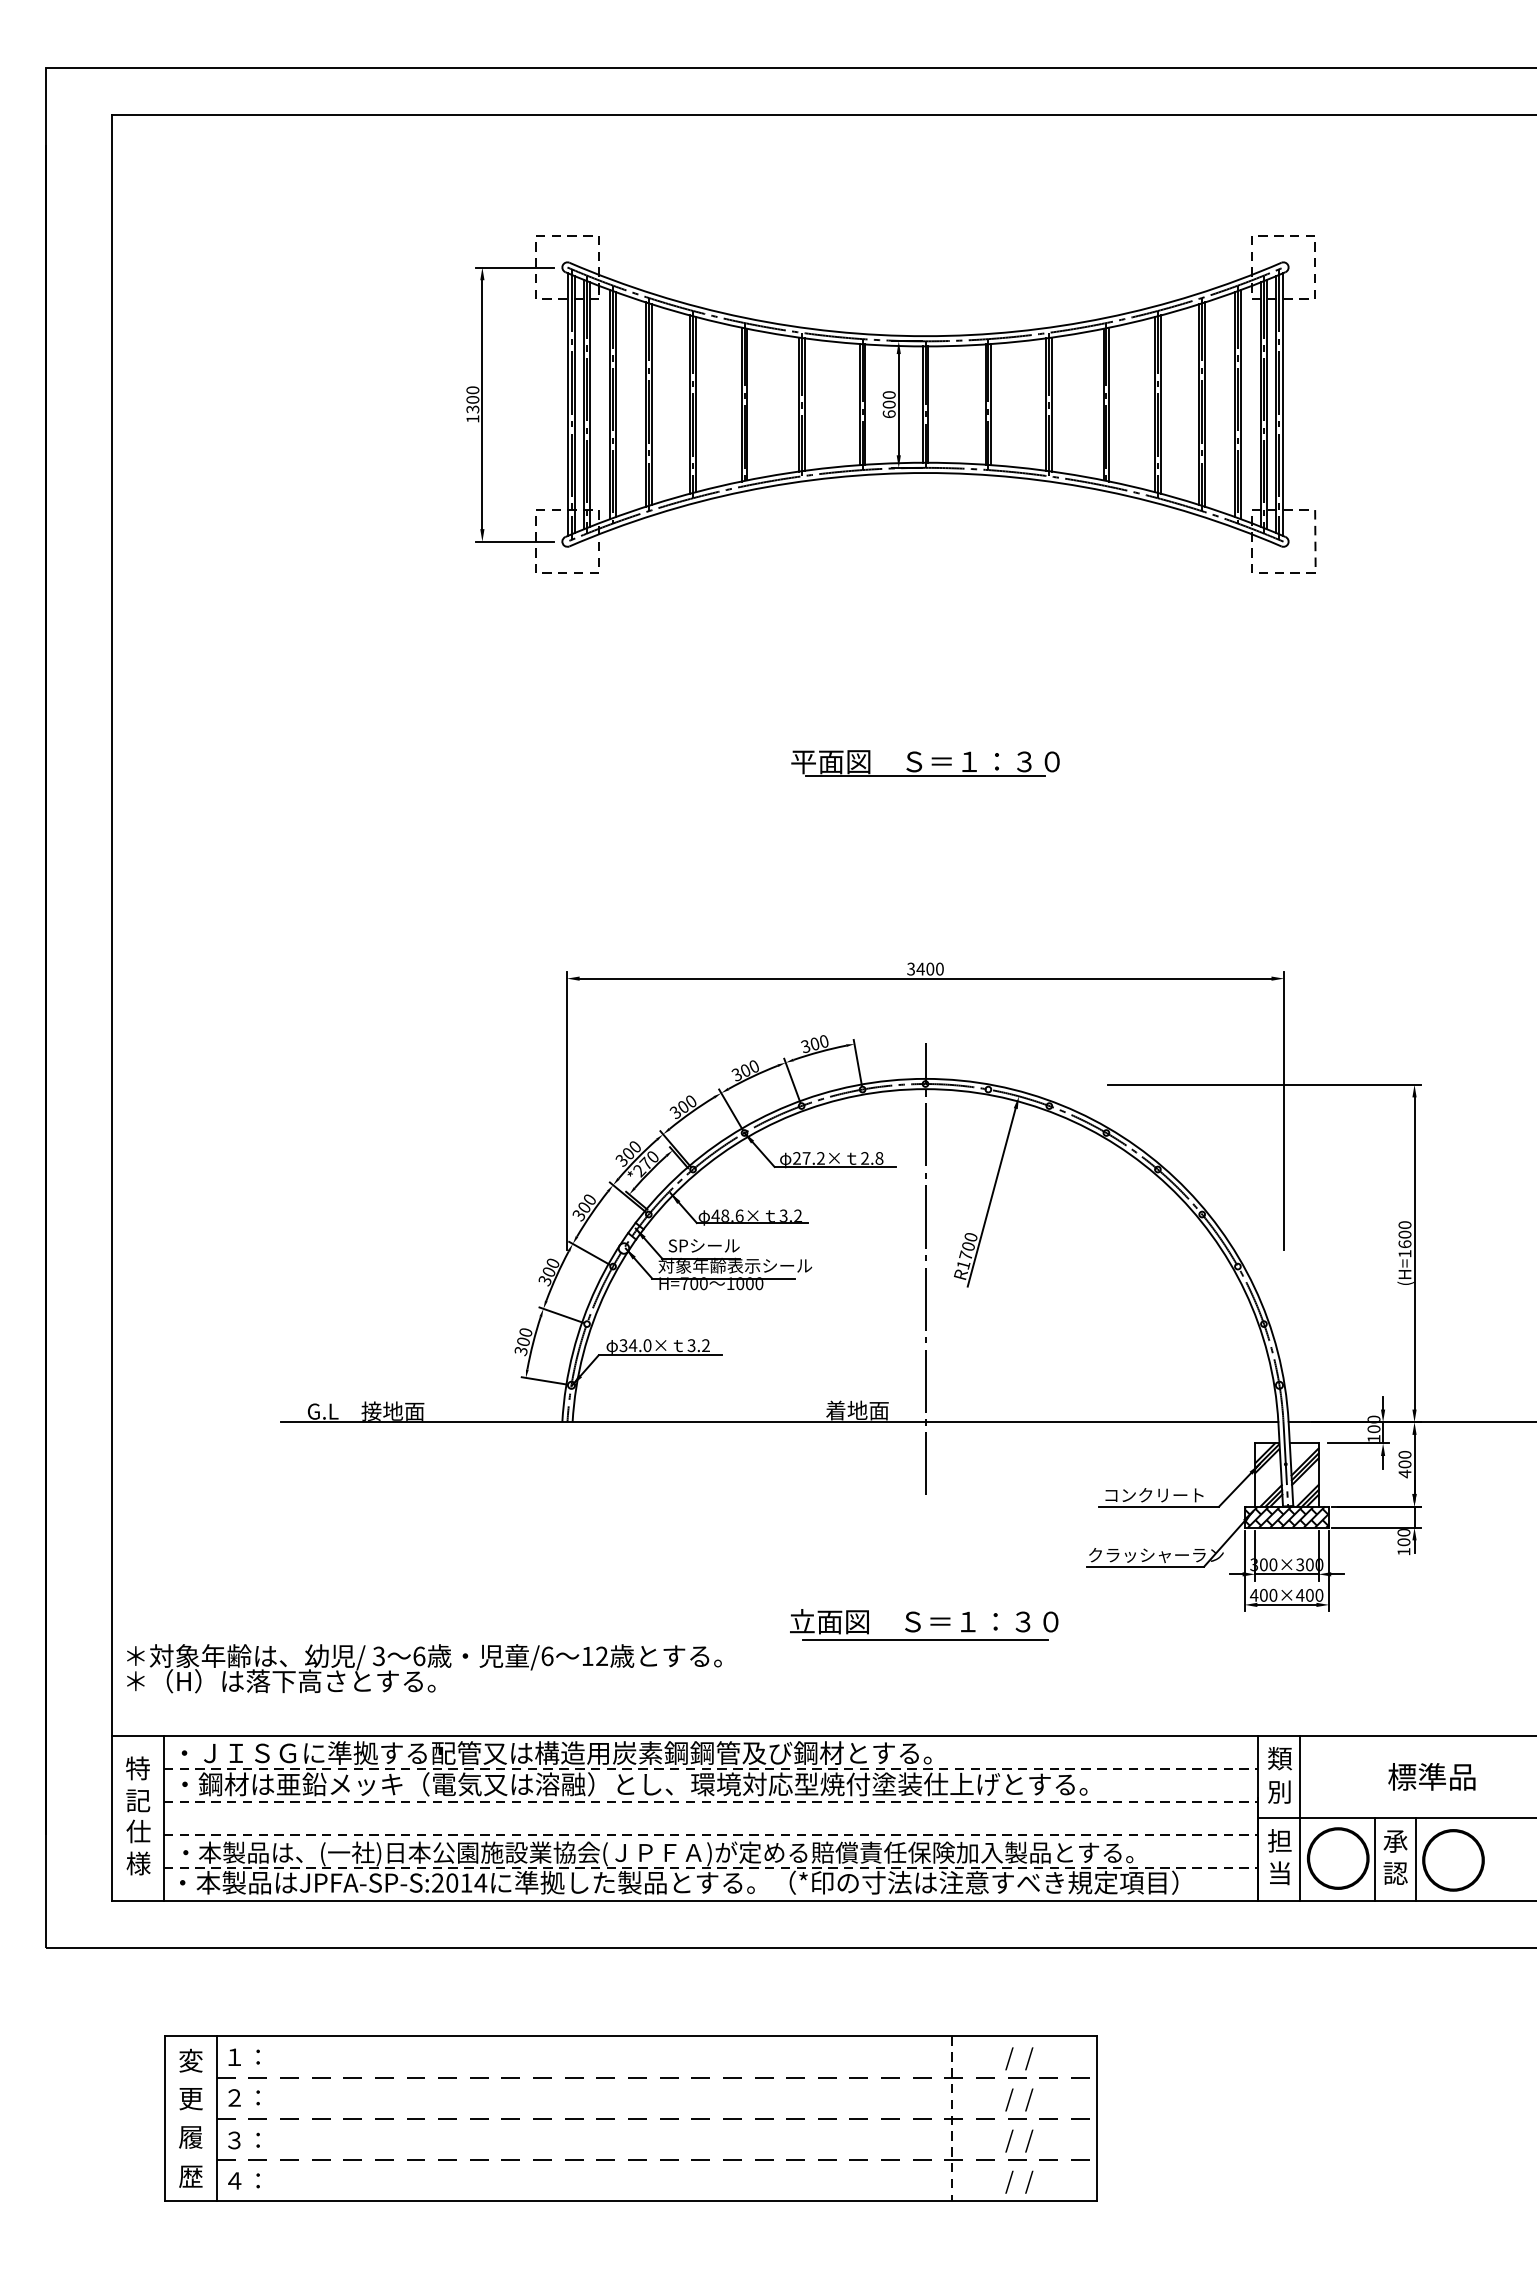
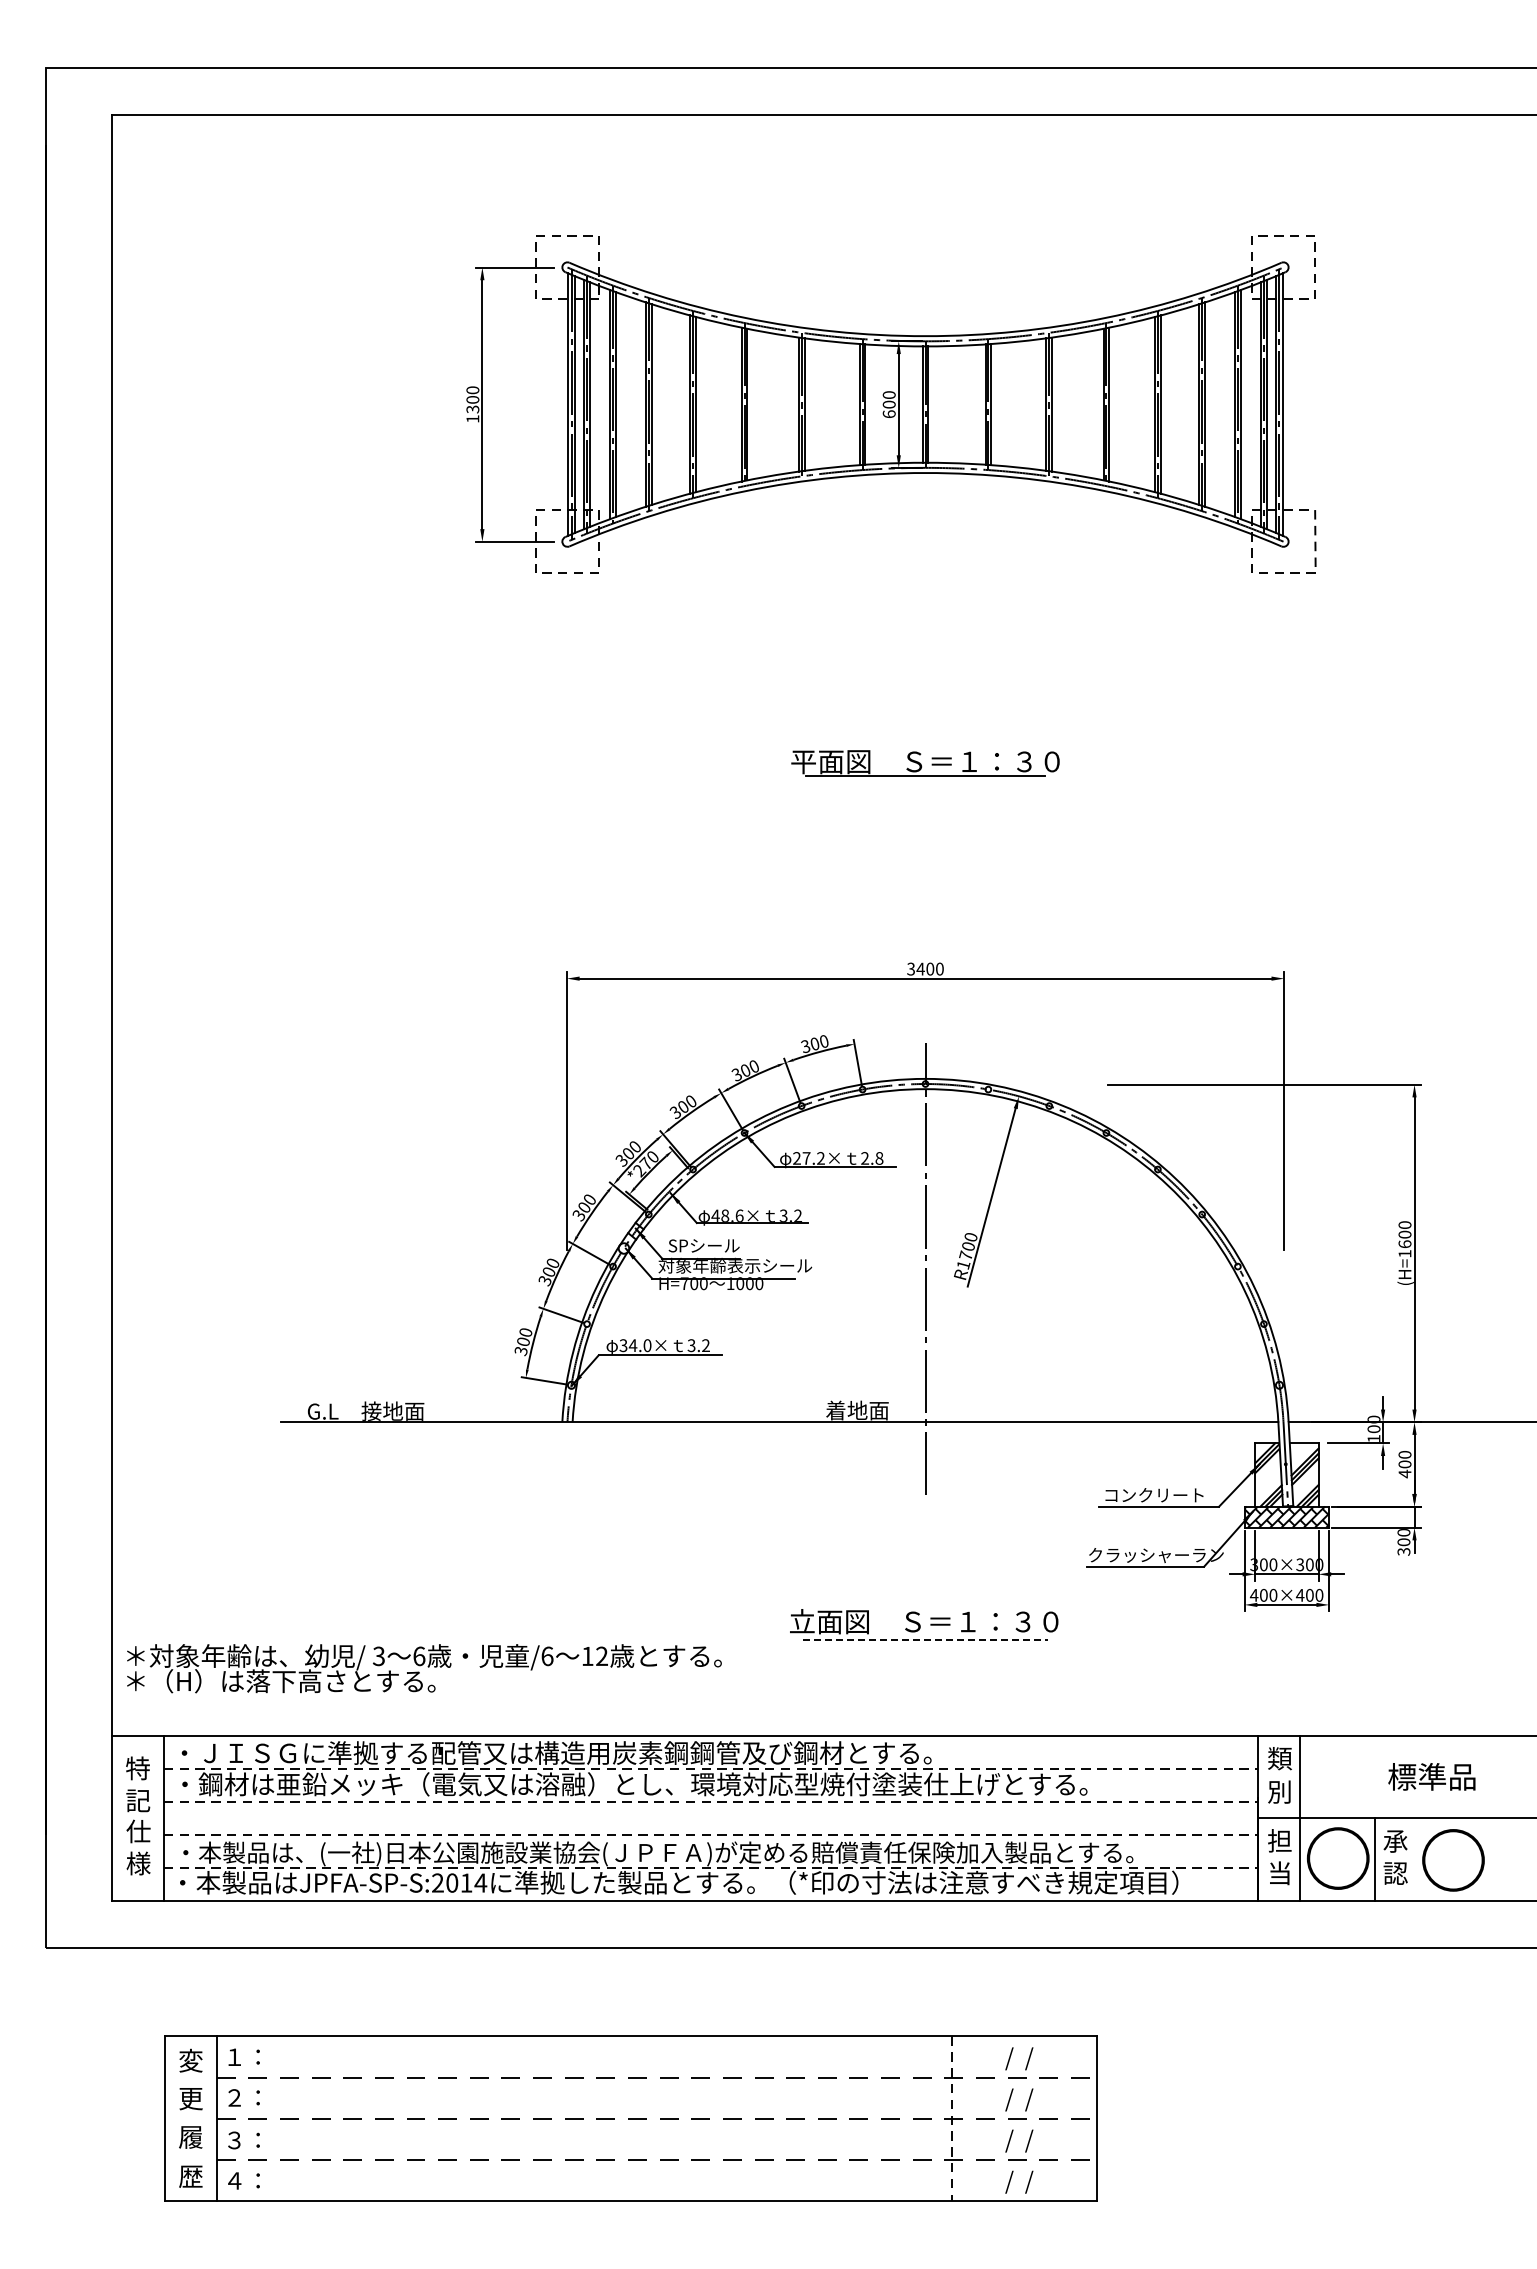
text at (1403, 1551): 100 -> 300
line at (925, 1639): solid -> dashed
line at (1415, 1859): present -> none
